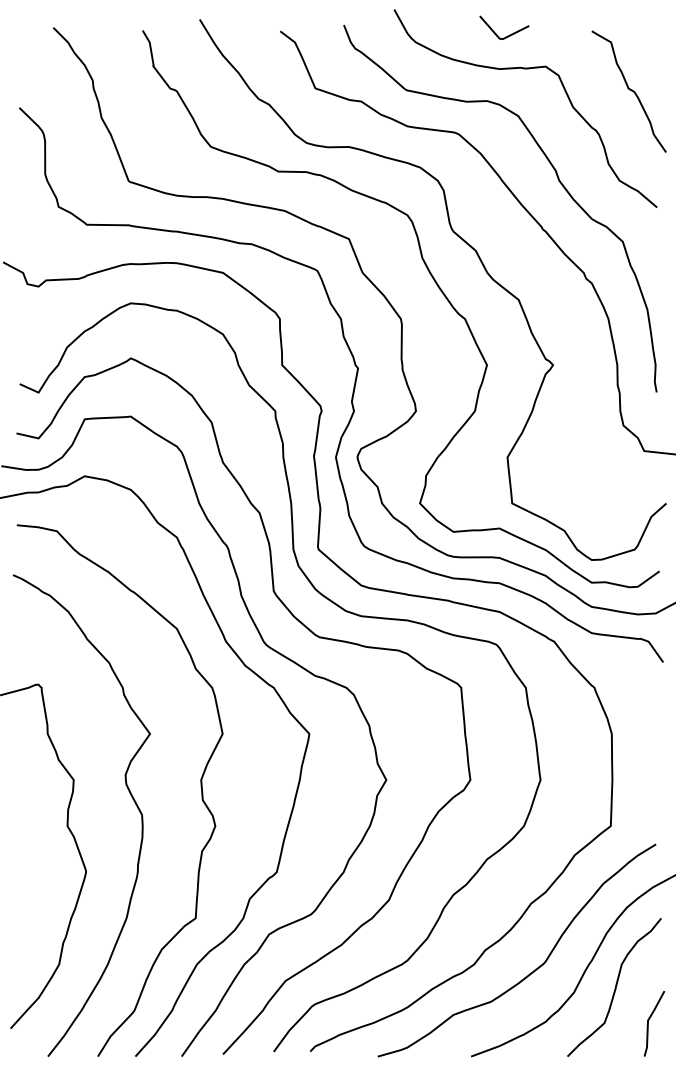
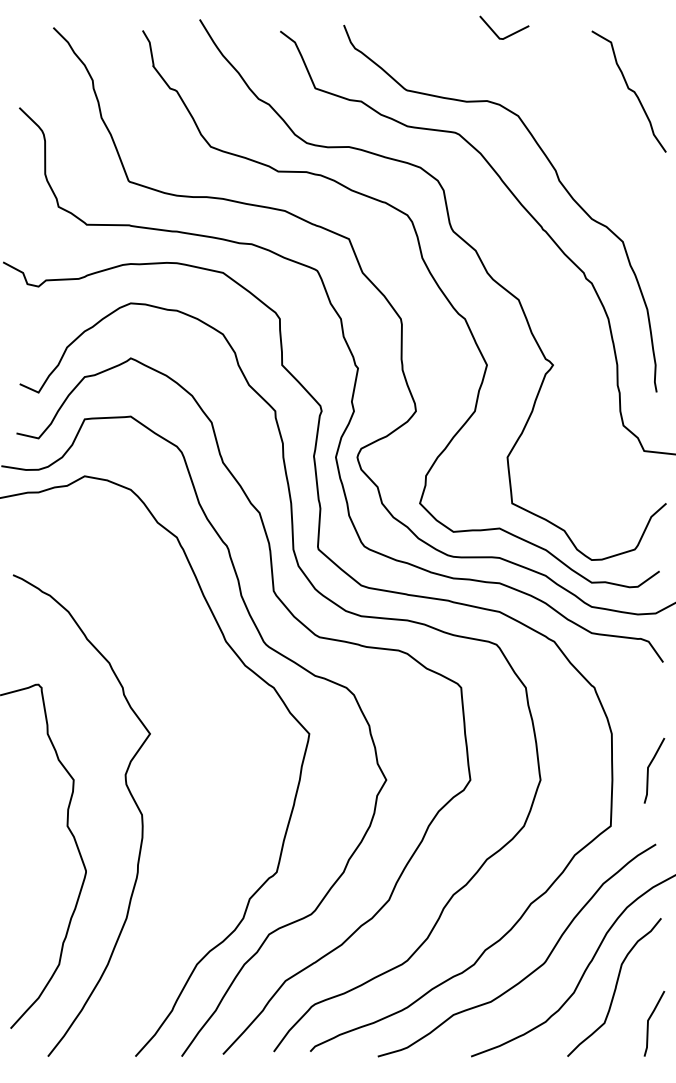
curve at (525, 69): present -> none
line at (649, 767): none -> present
curve at (200, 787): present -> none
